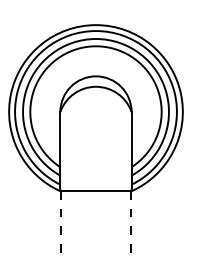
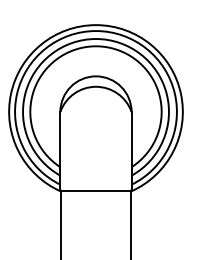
line at (60, 225): dashed -> solid
line at (131, 225): dashed -> solid
